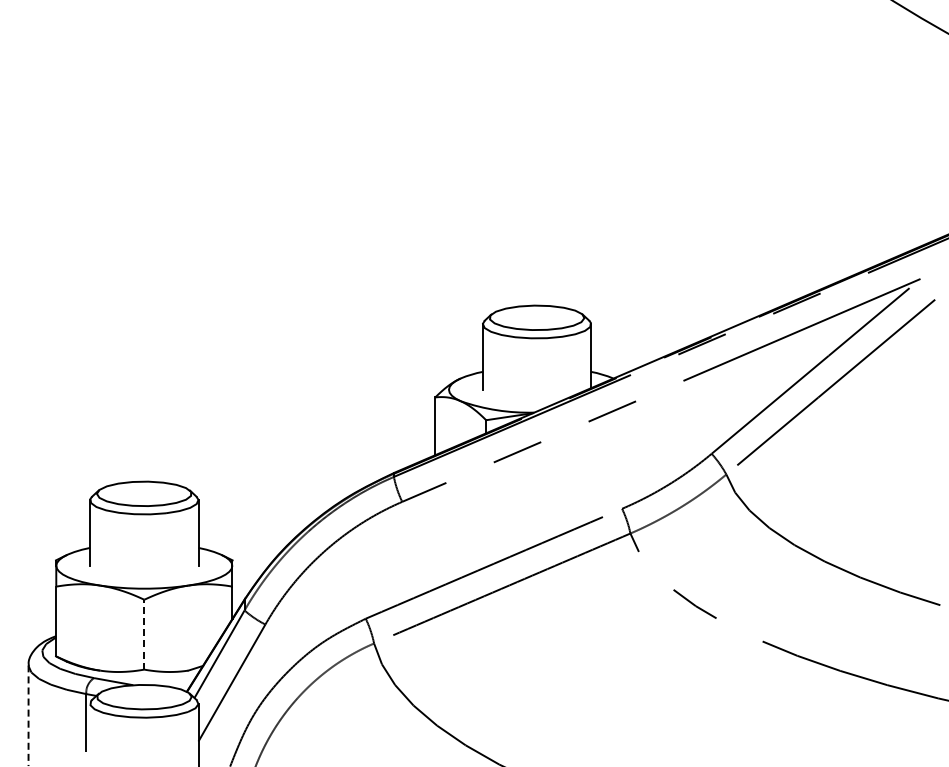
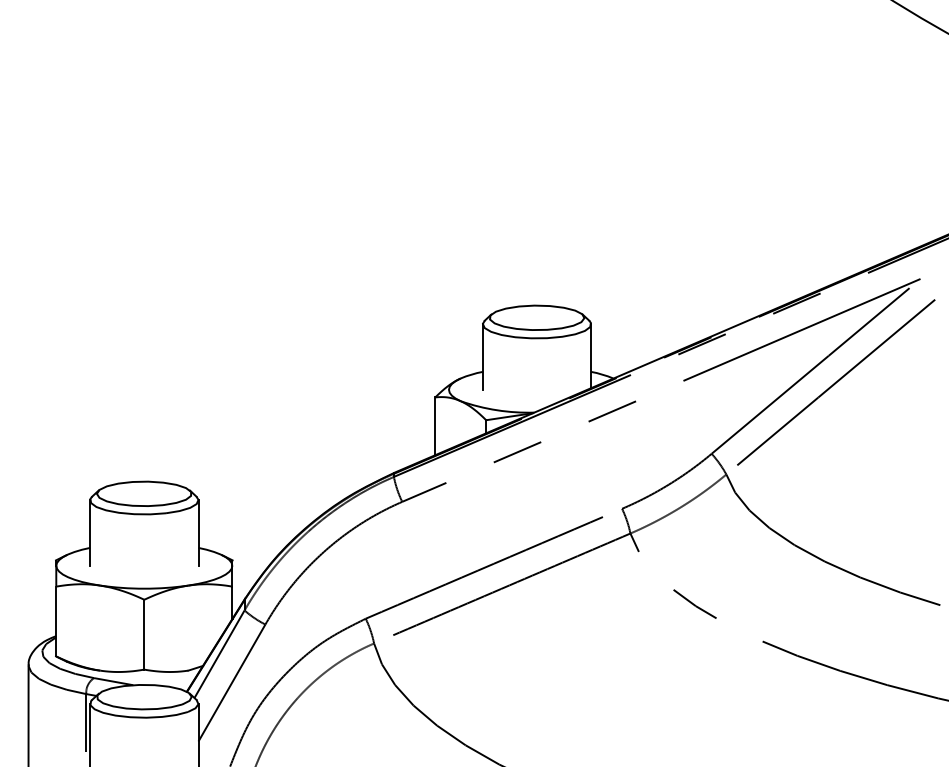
line at (144, 634): dashed -> solid
line at (28, 716): dashed -> solid
line at (90, 733): none -> present
